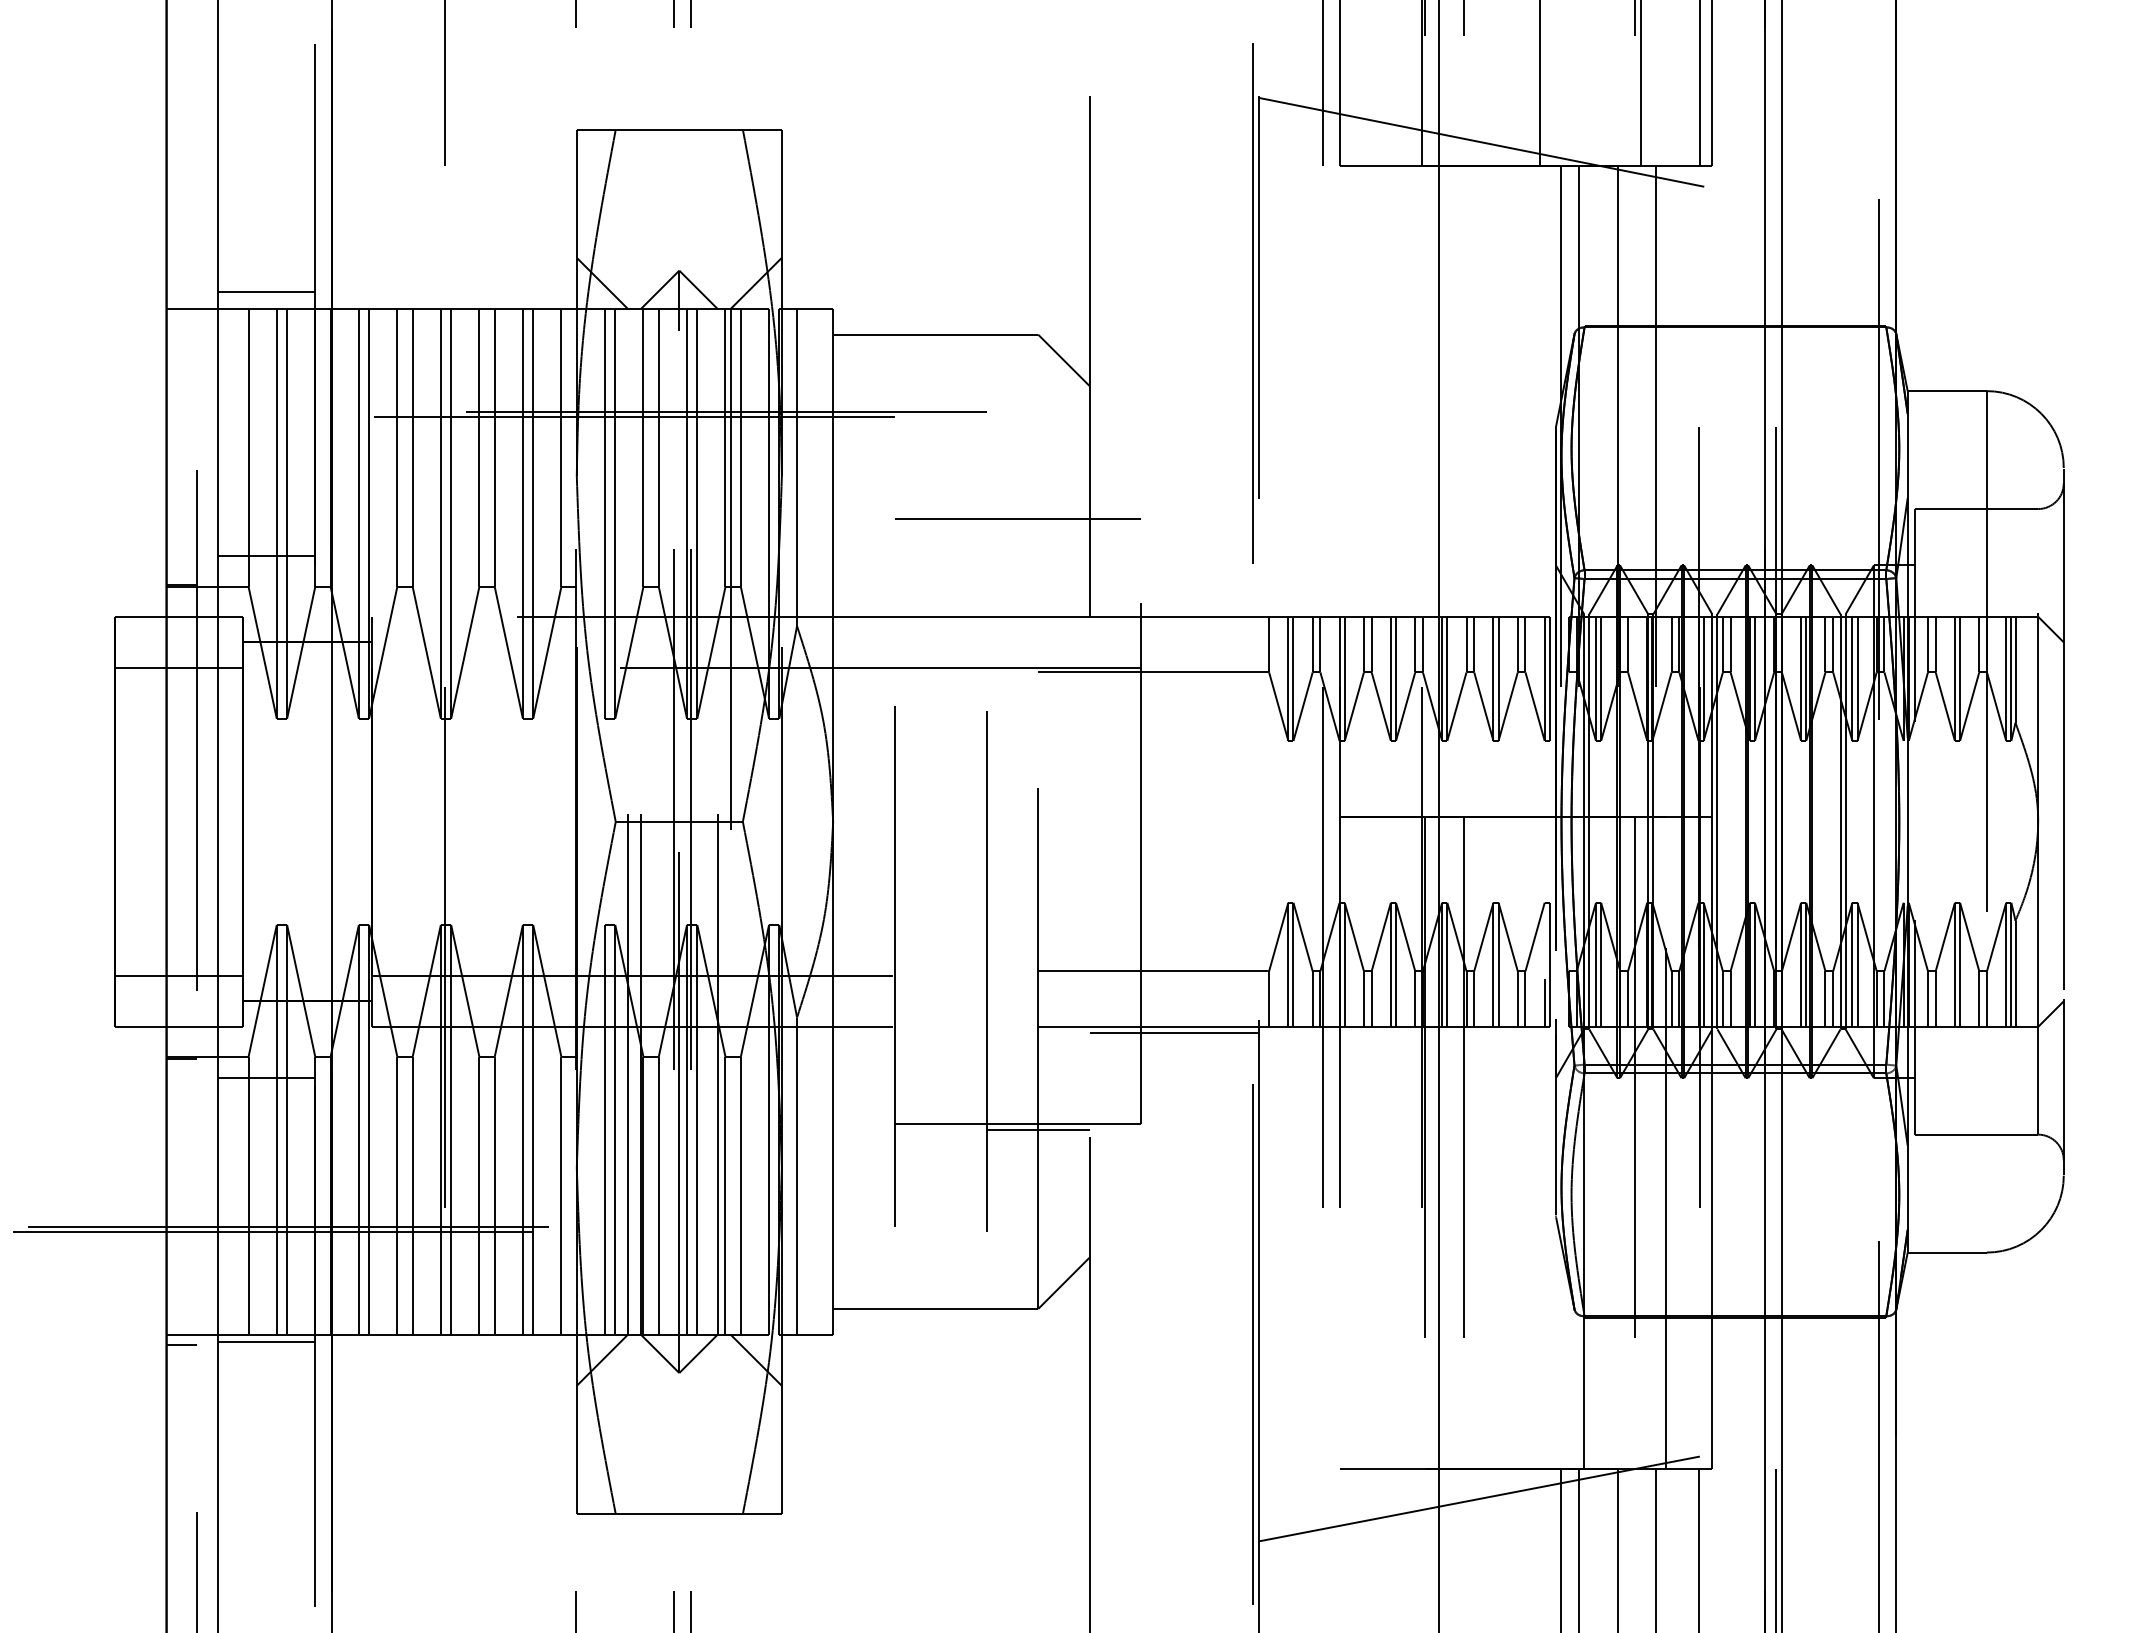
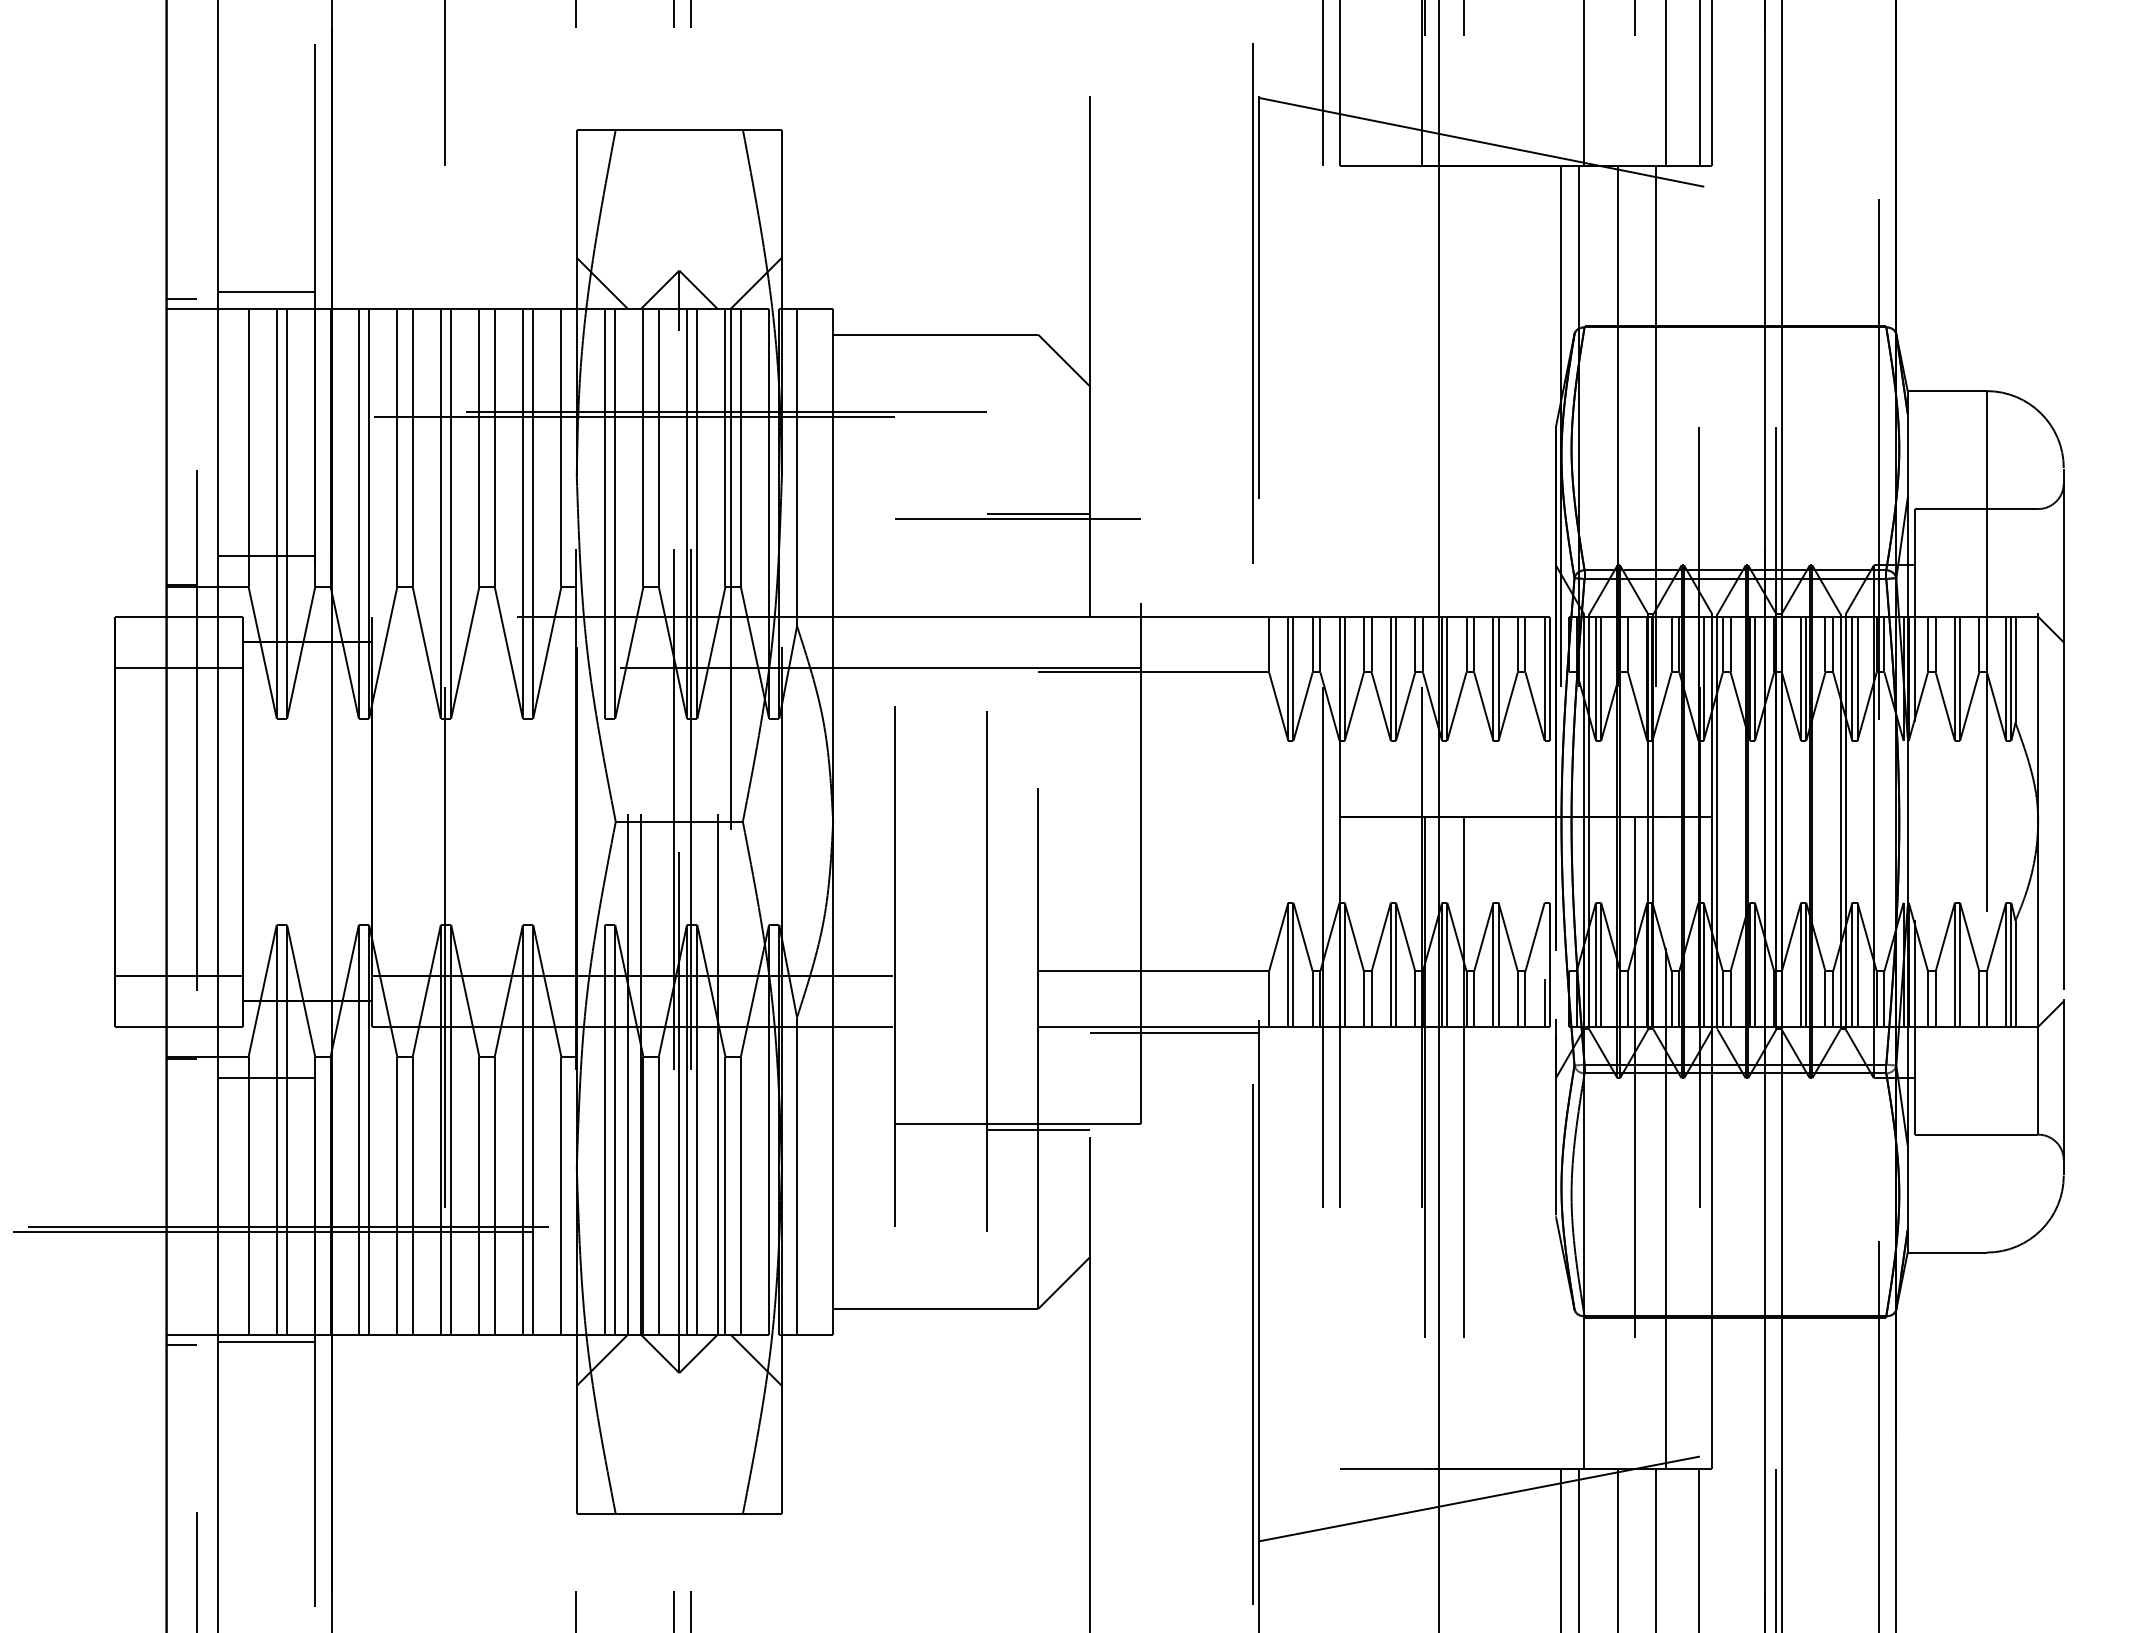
line at (1540, 84) position: (1540, 84) -> (1584, 84)
line at (1640, 84) position: (1640, 84) -> (1665, 84)
line at (181, 298): none -> present
line at (1038, 514): none -> present
